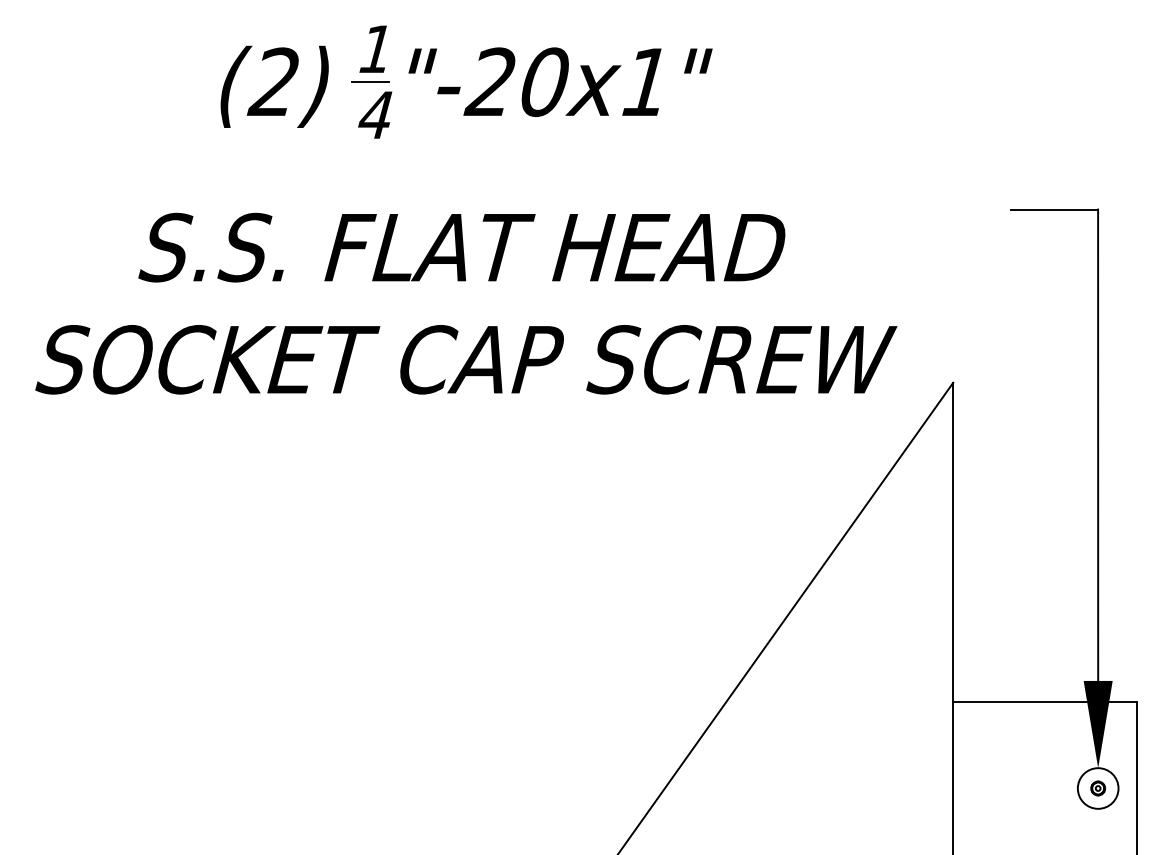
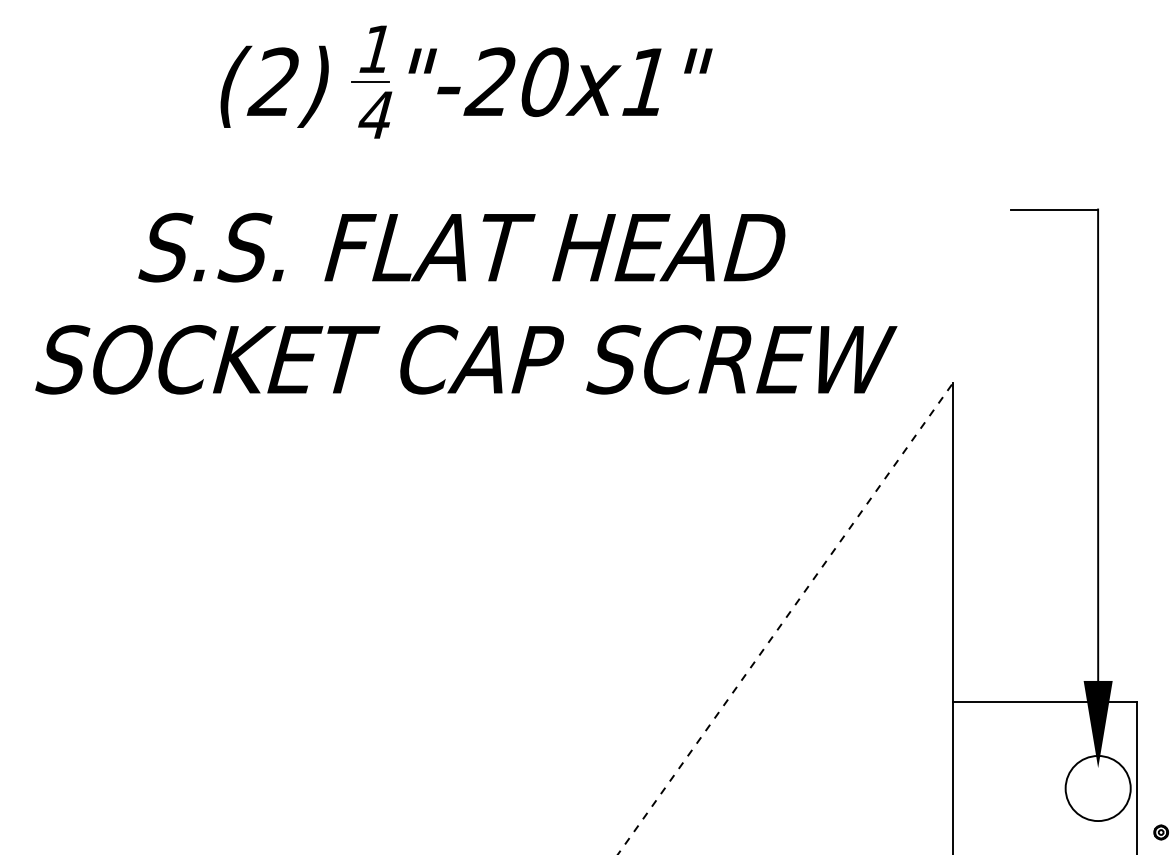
line at (785, 618): solid -> dashed
circle at (1097, 788) diameter: 41 px -> 65 px
part at (1097, 788) position: (1097, 788) -> (1160, 832)
